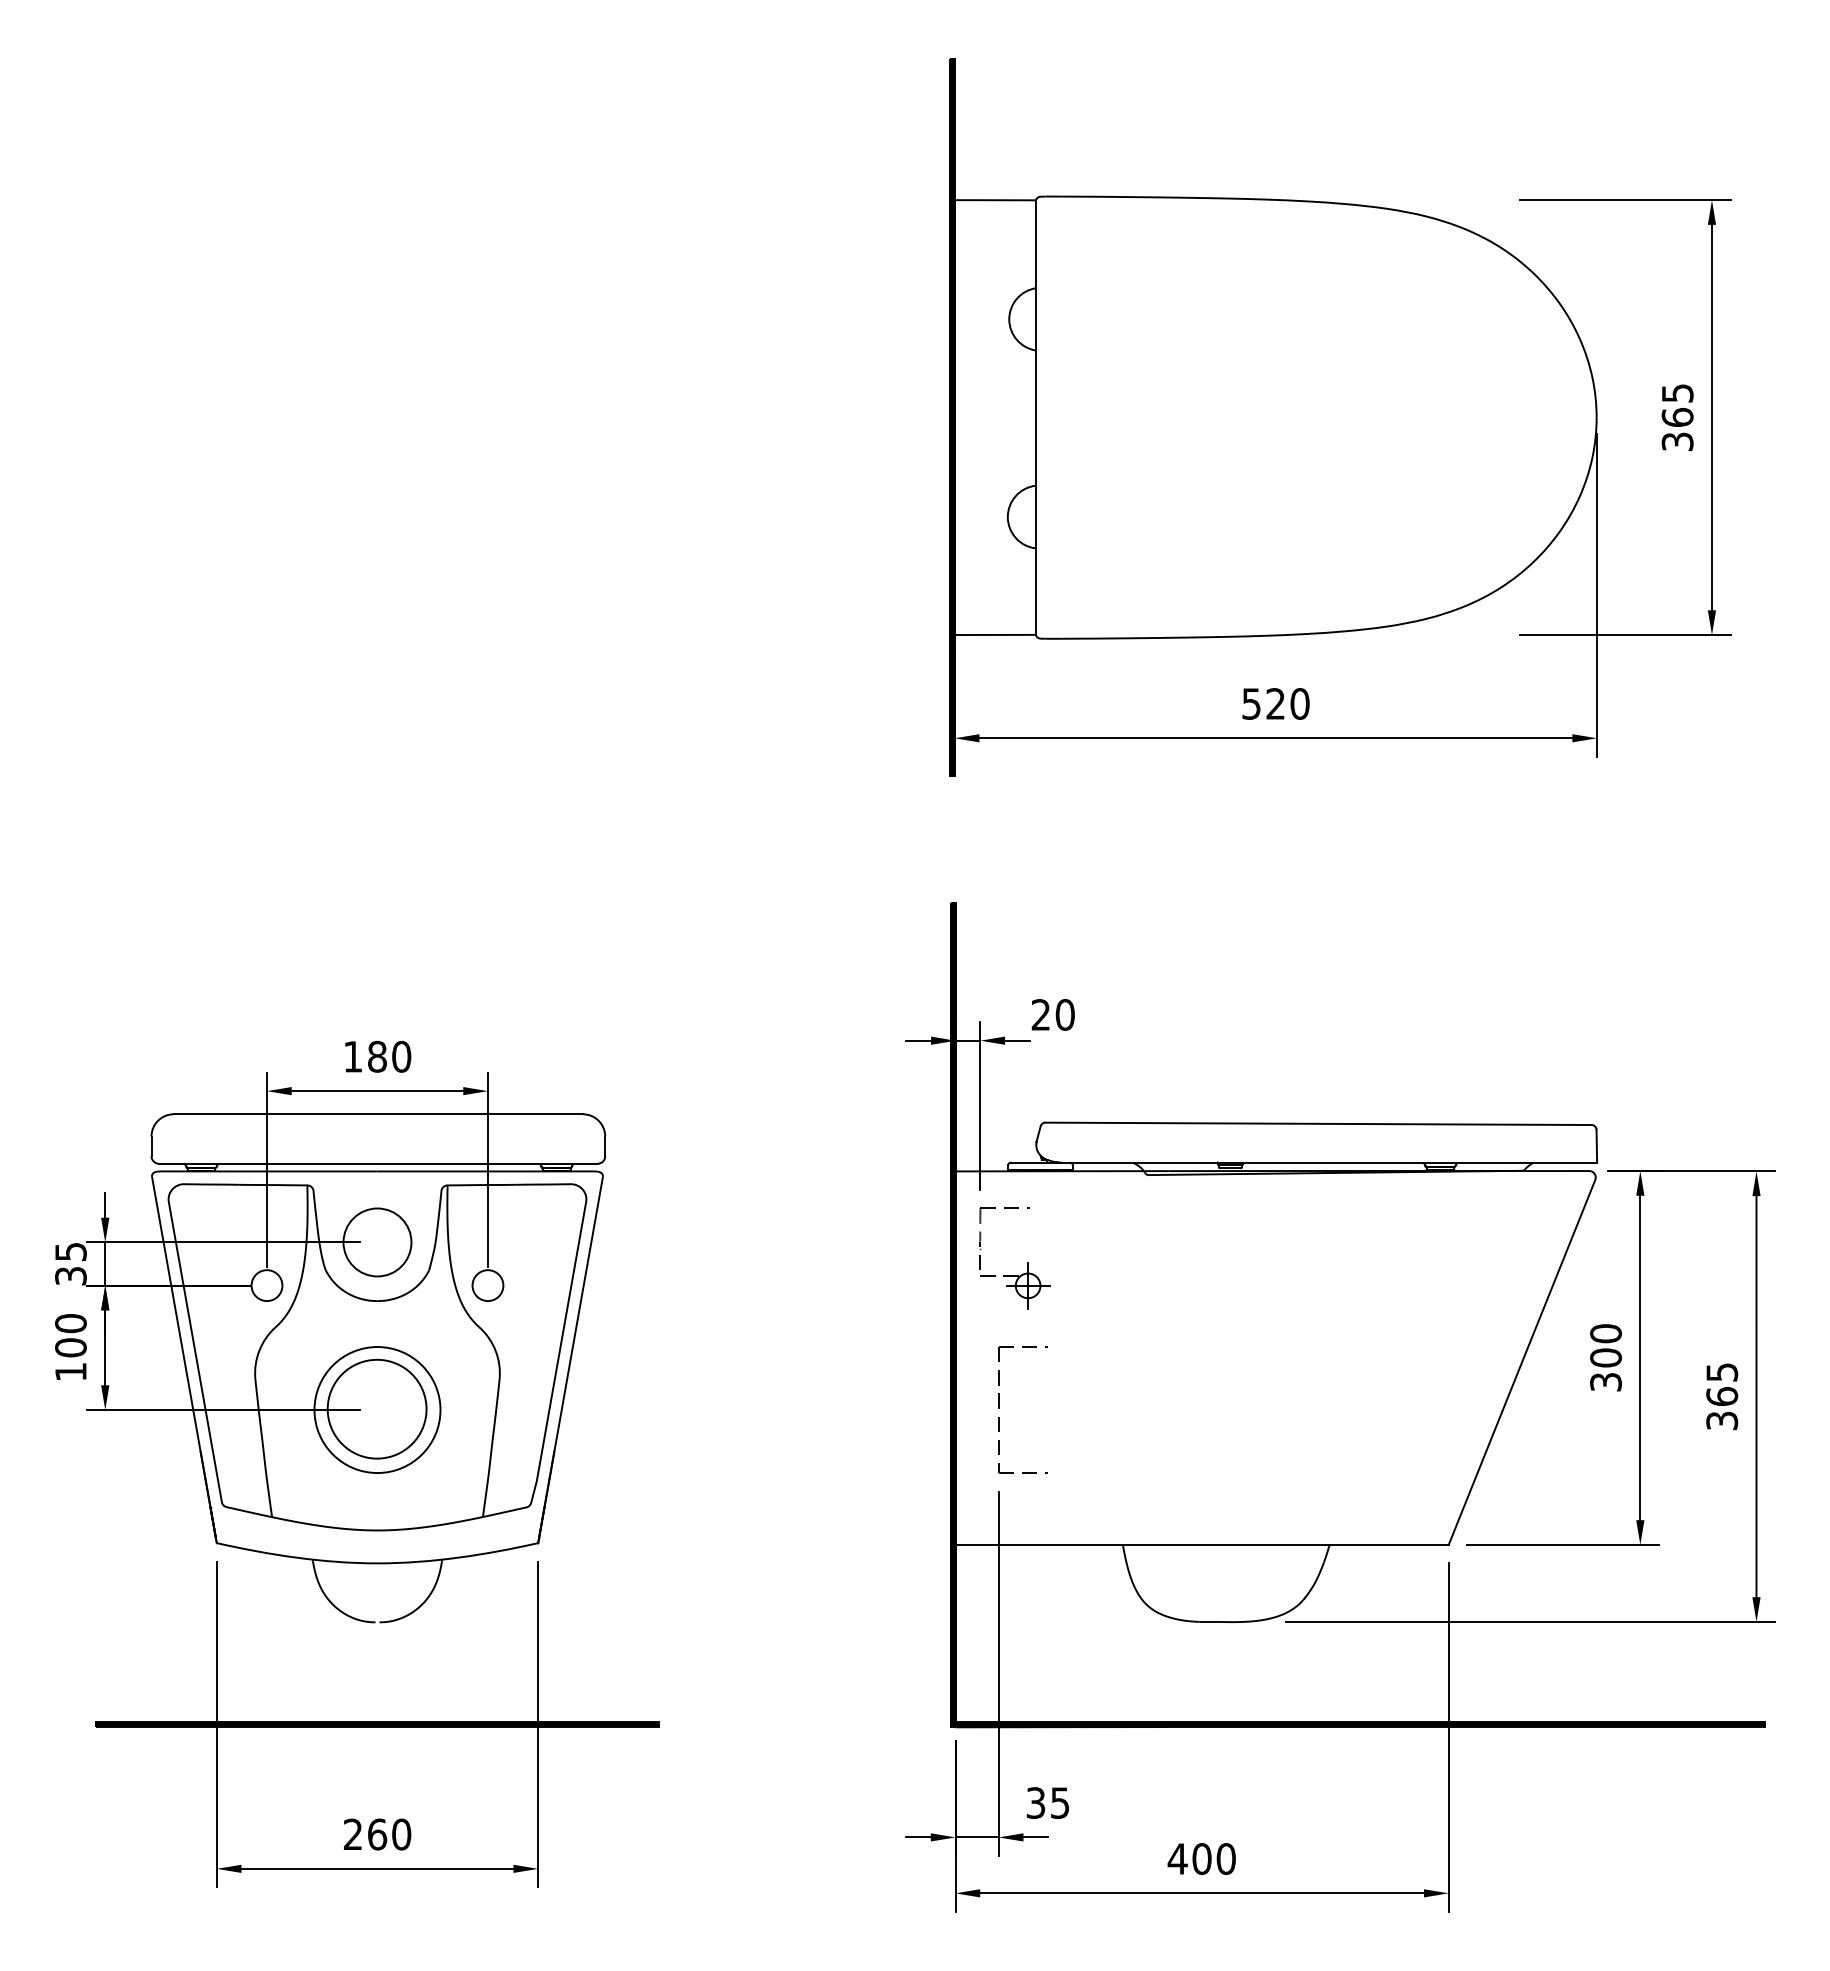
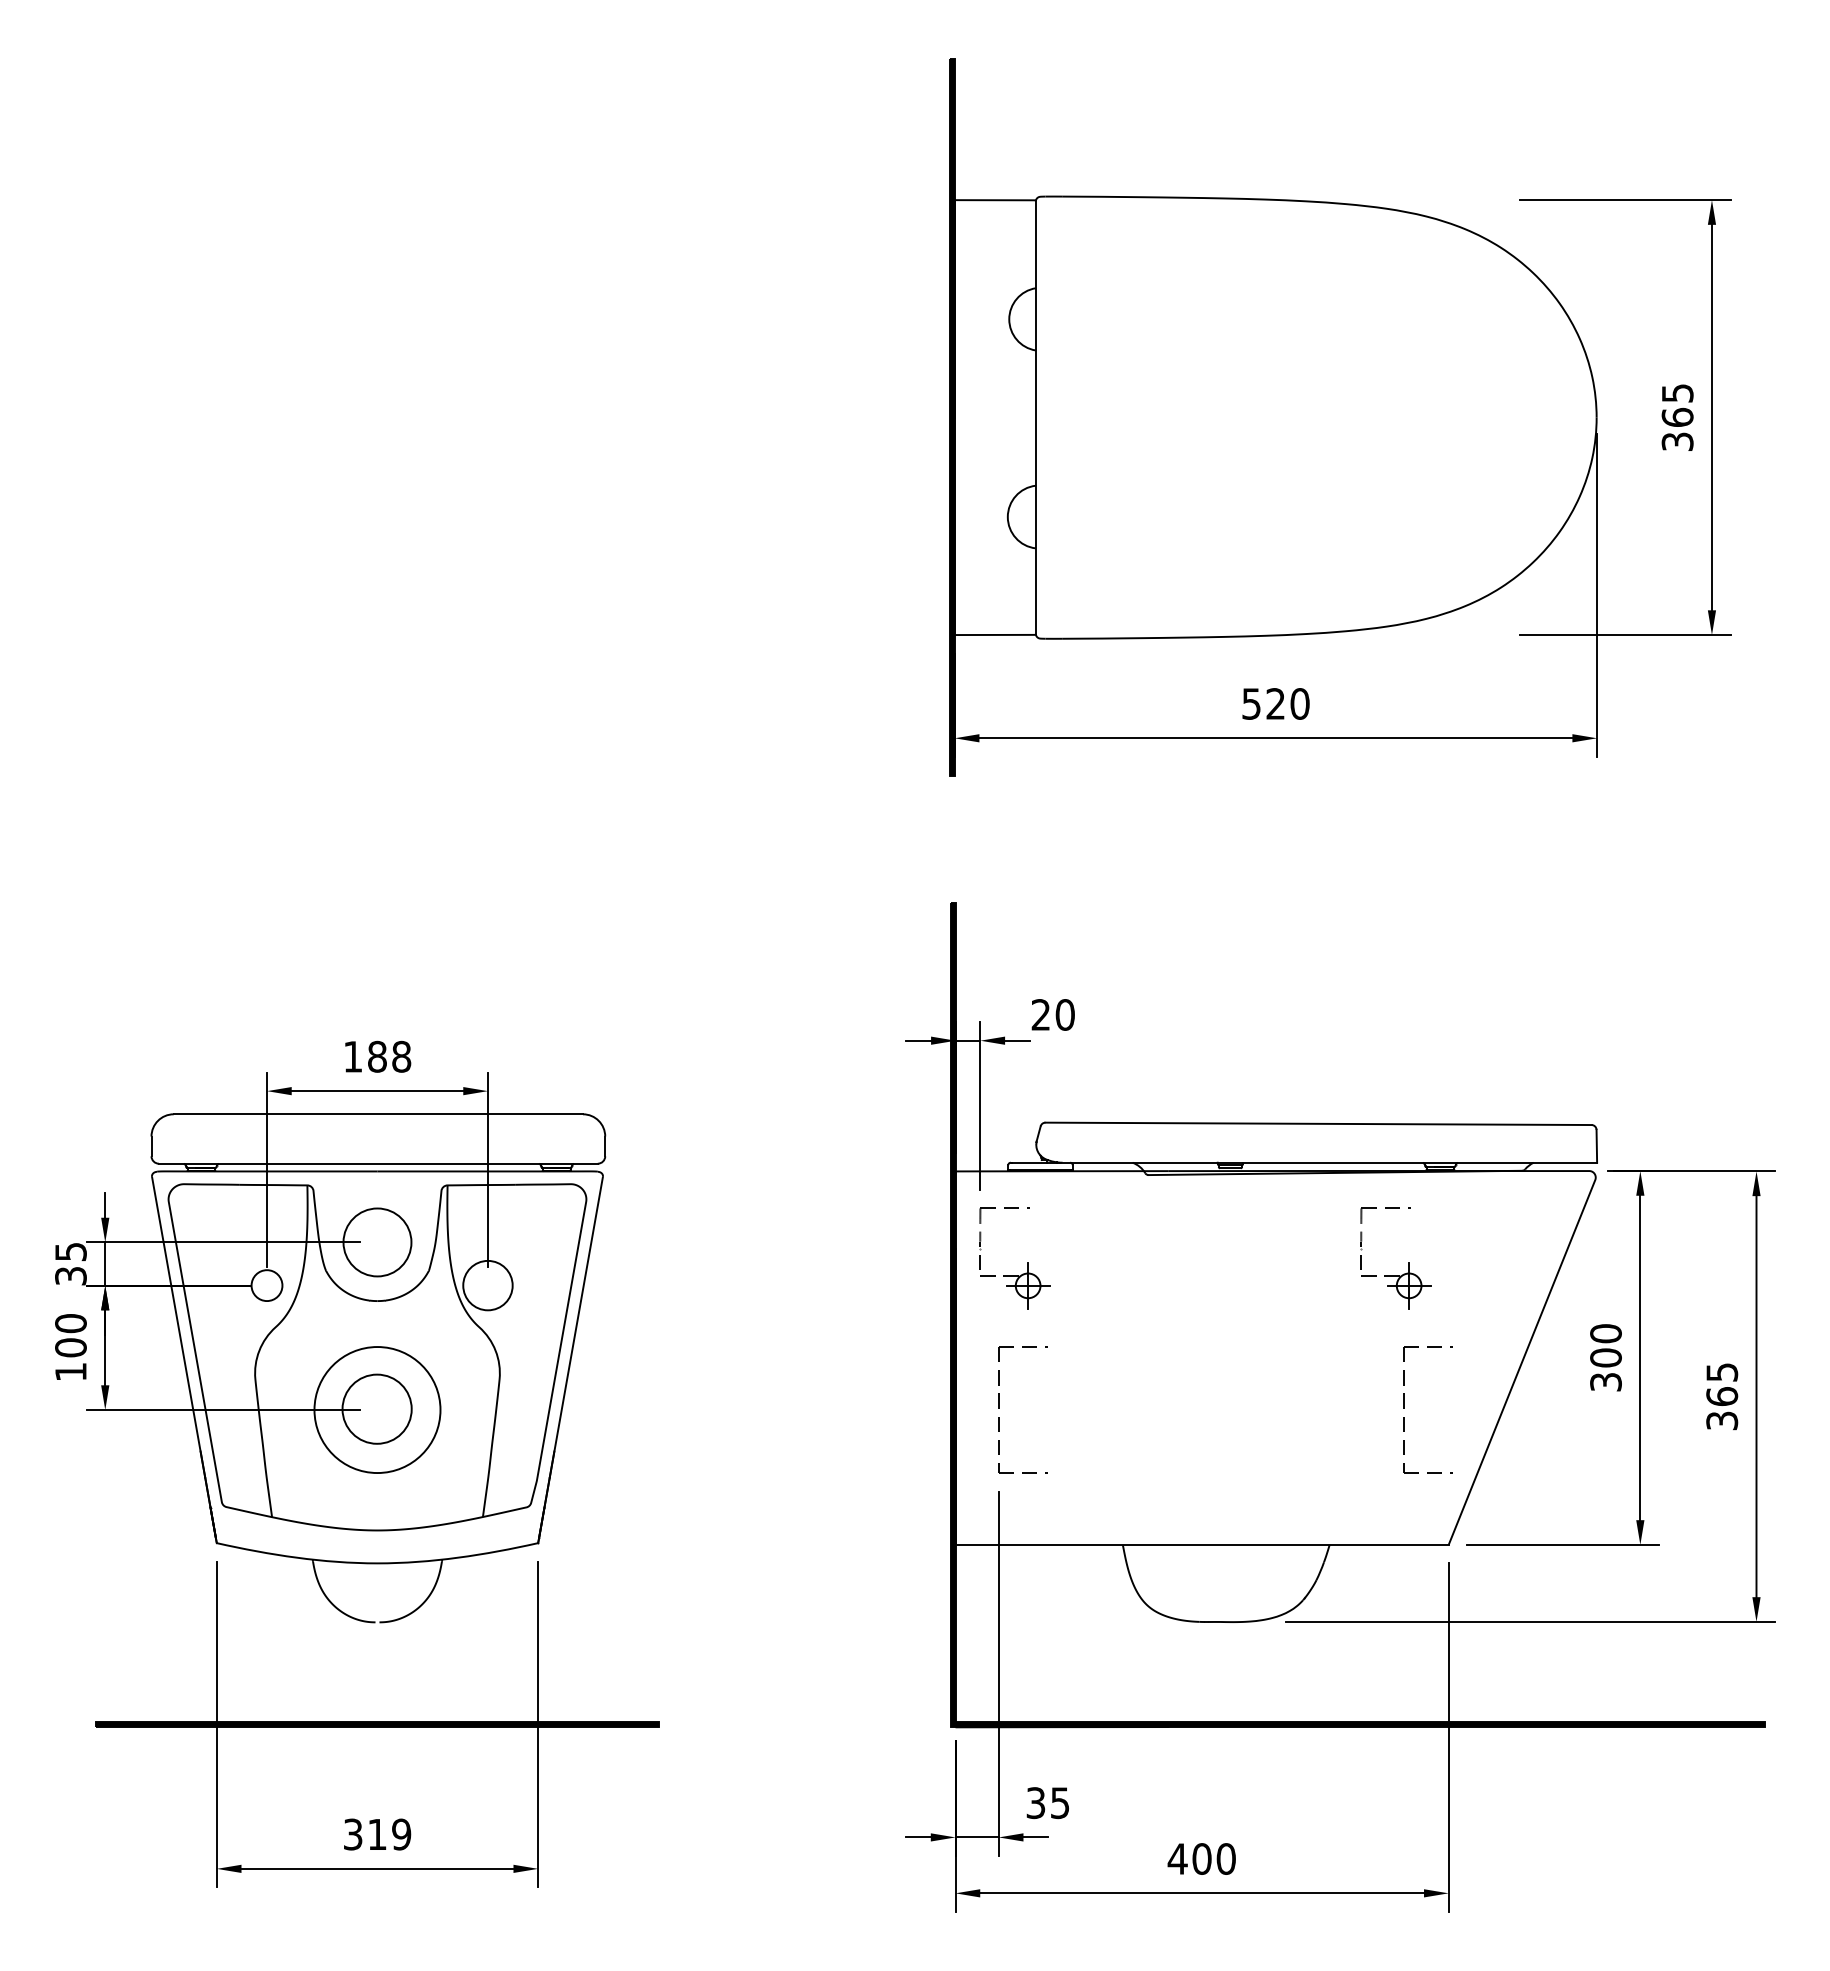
text at (401, 1056): 180 -> 188
part at (1408, 1262): none -> present
circle at (487, 1285) diameter: 31 px -> 49 px
circle at (376, 1408) diameter: 99 px -> 69 px
part at (1404, 1408): none -> present
text at (377, 1834): 260 -> 319
